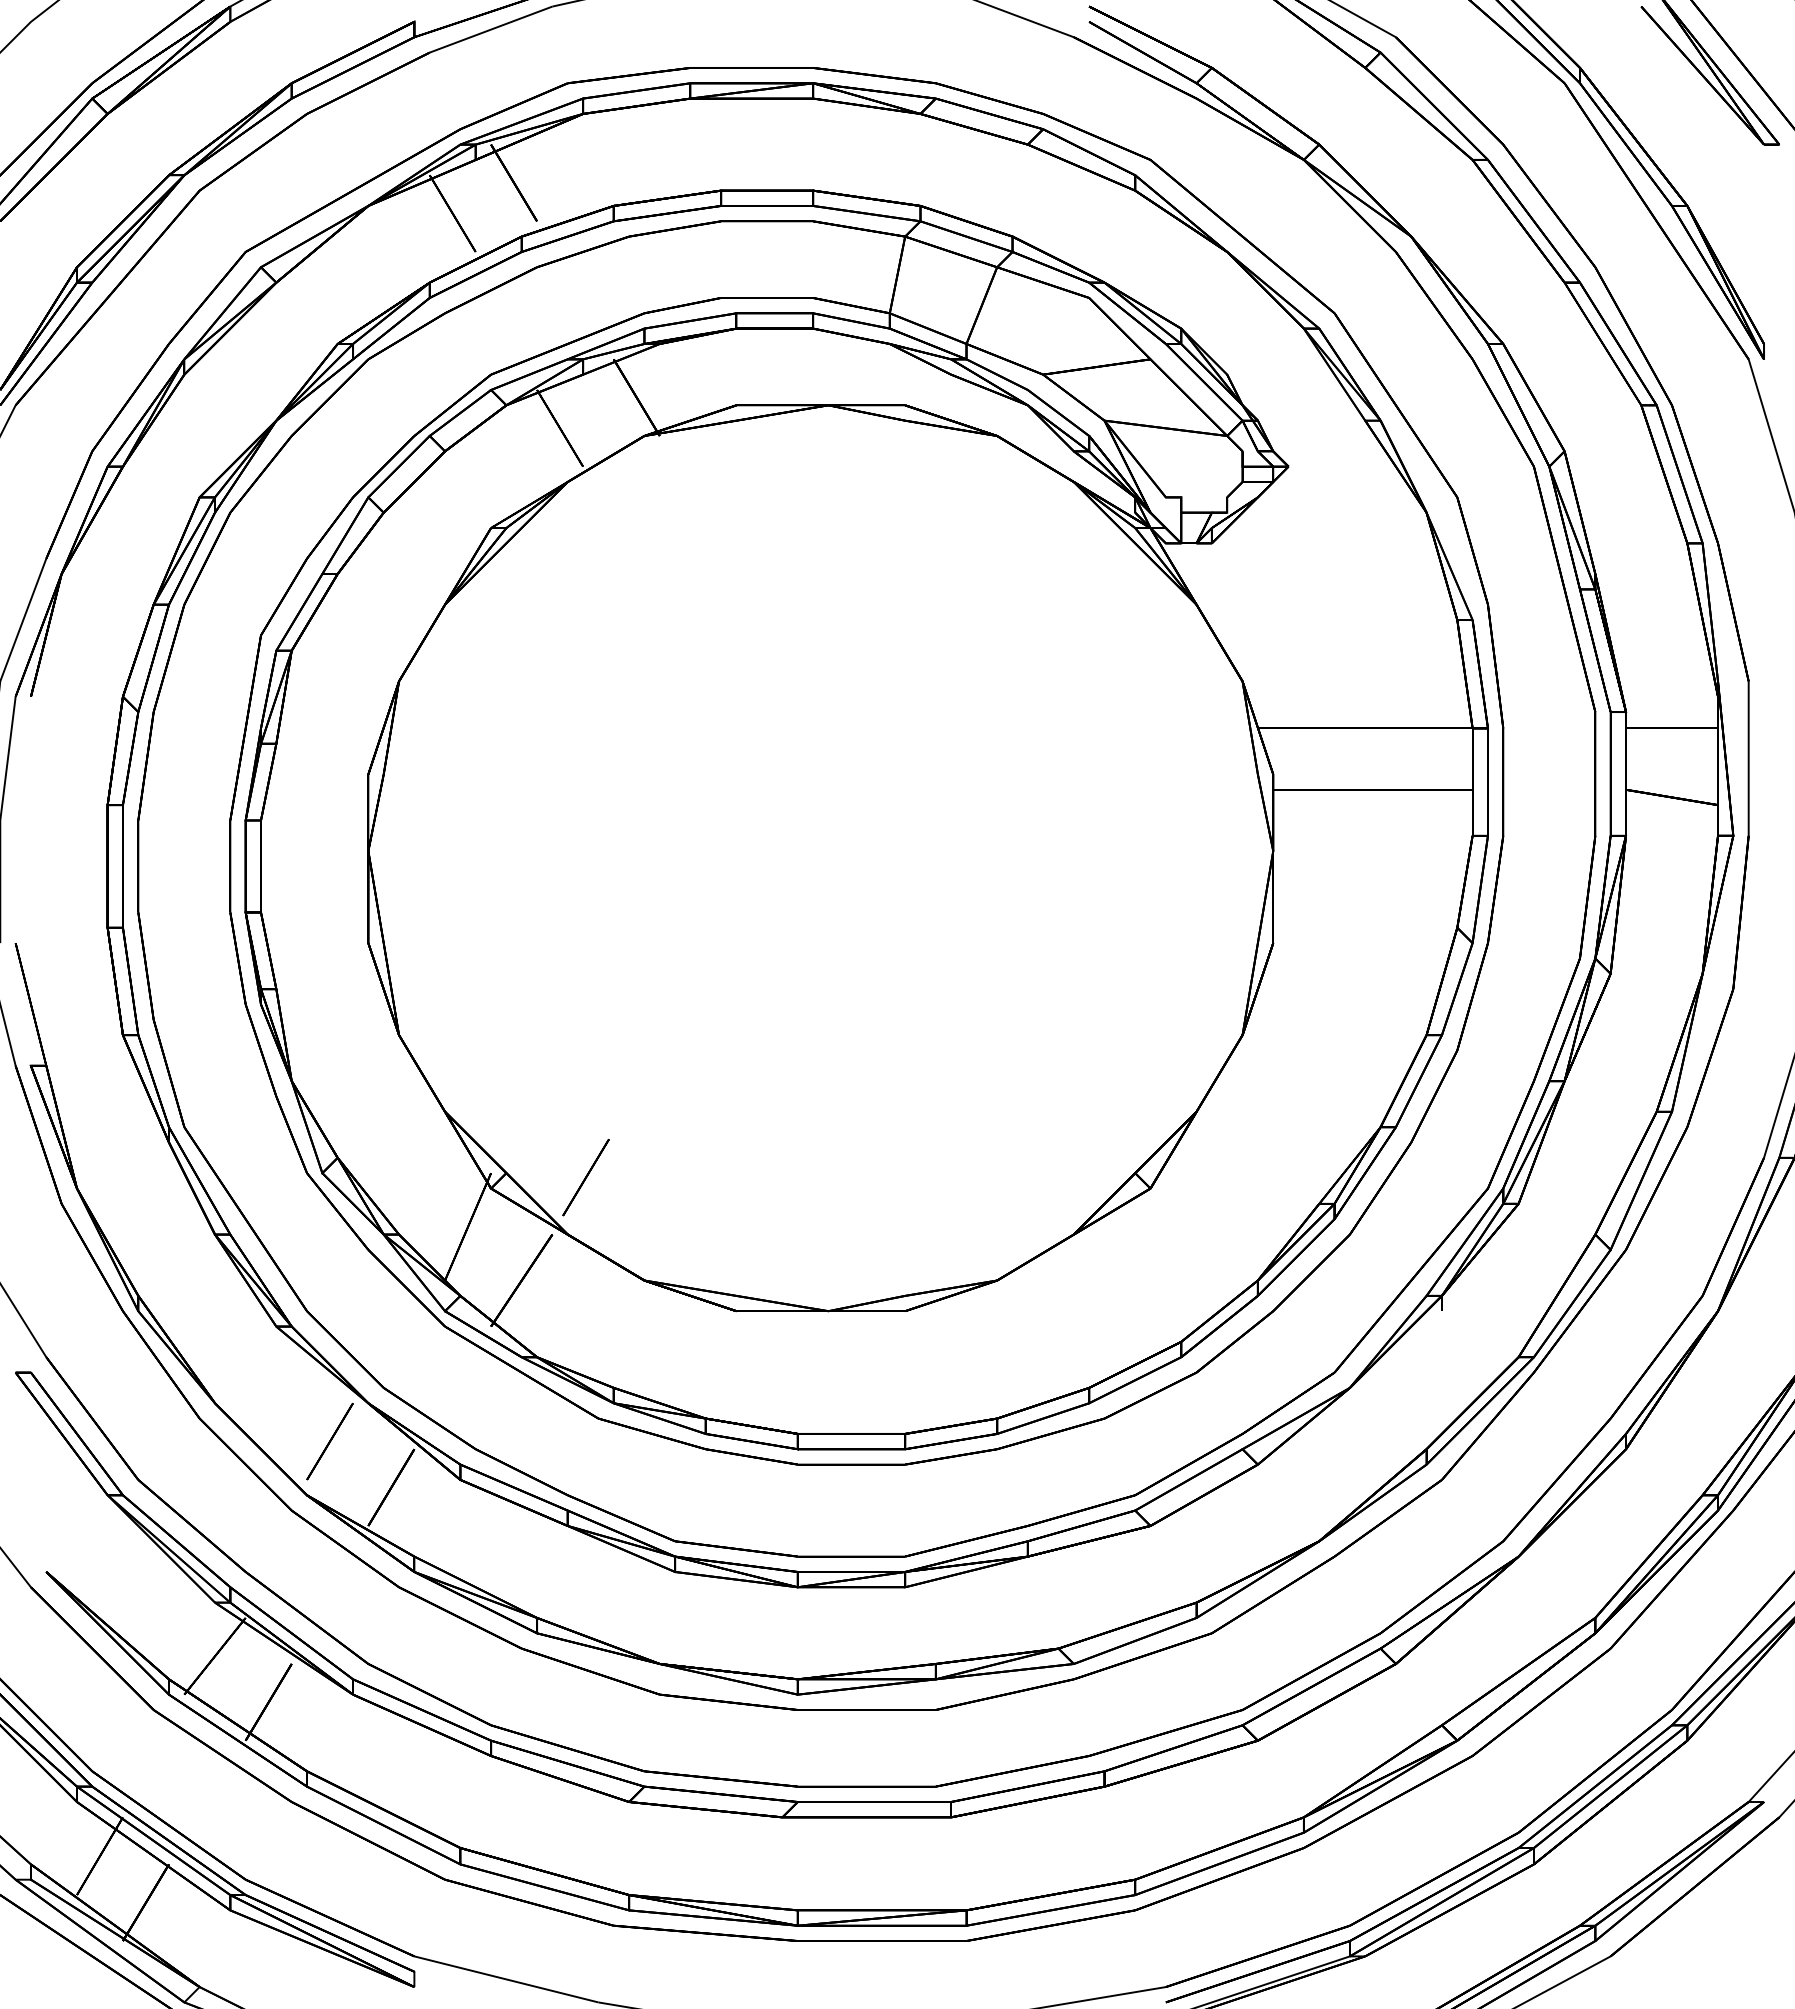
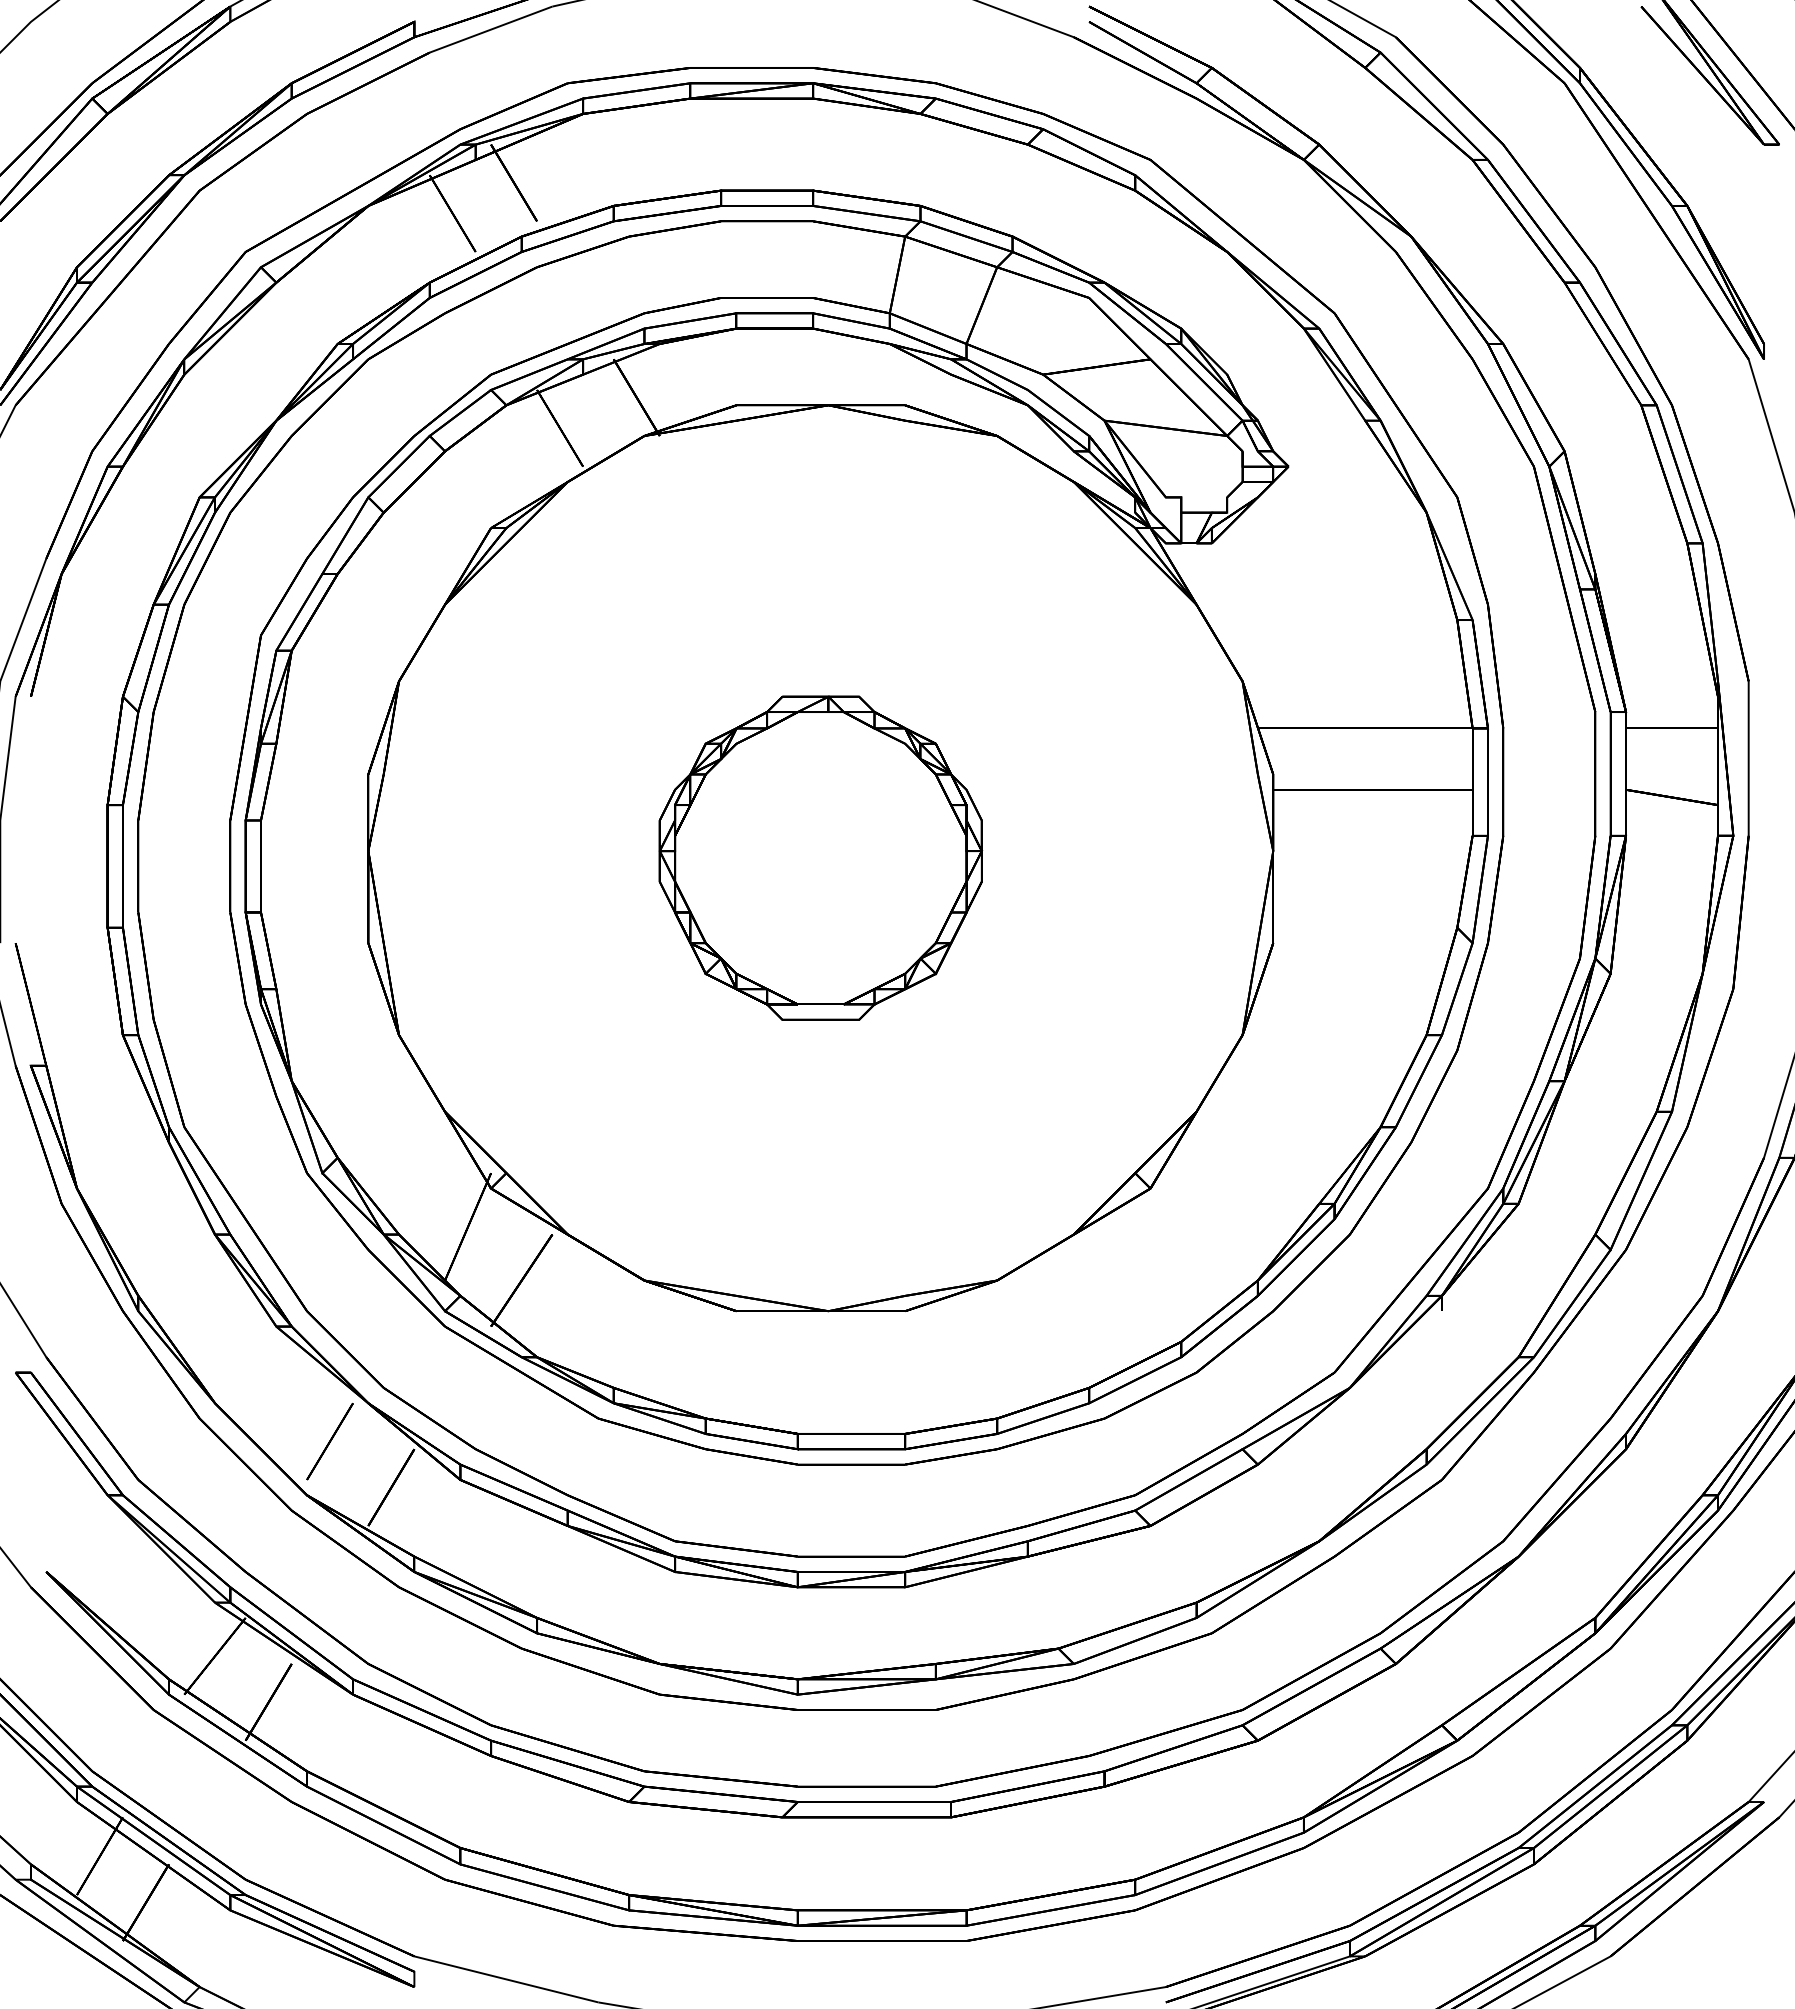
part at (820, 857): none -> present
line at (585, 1177): present -> none
